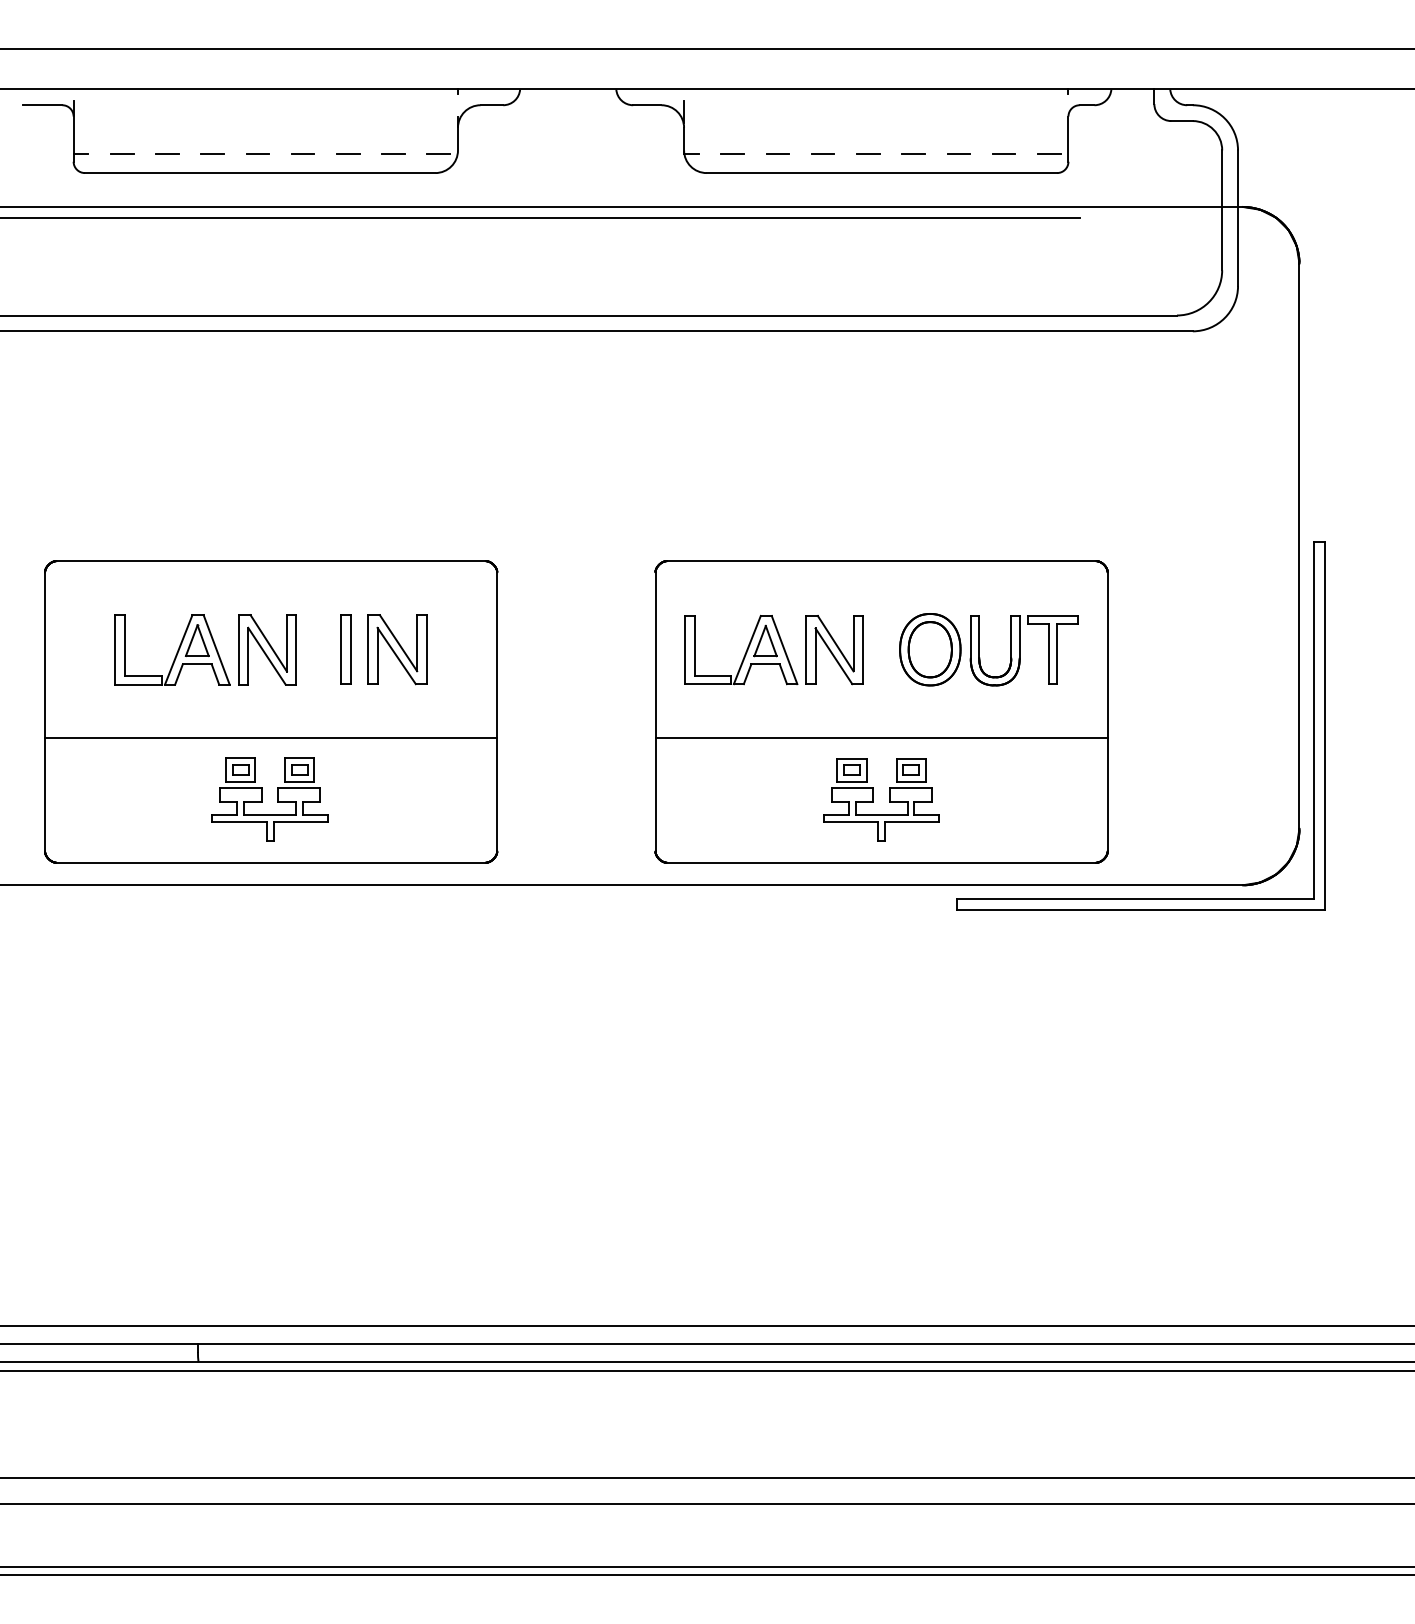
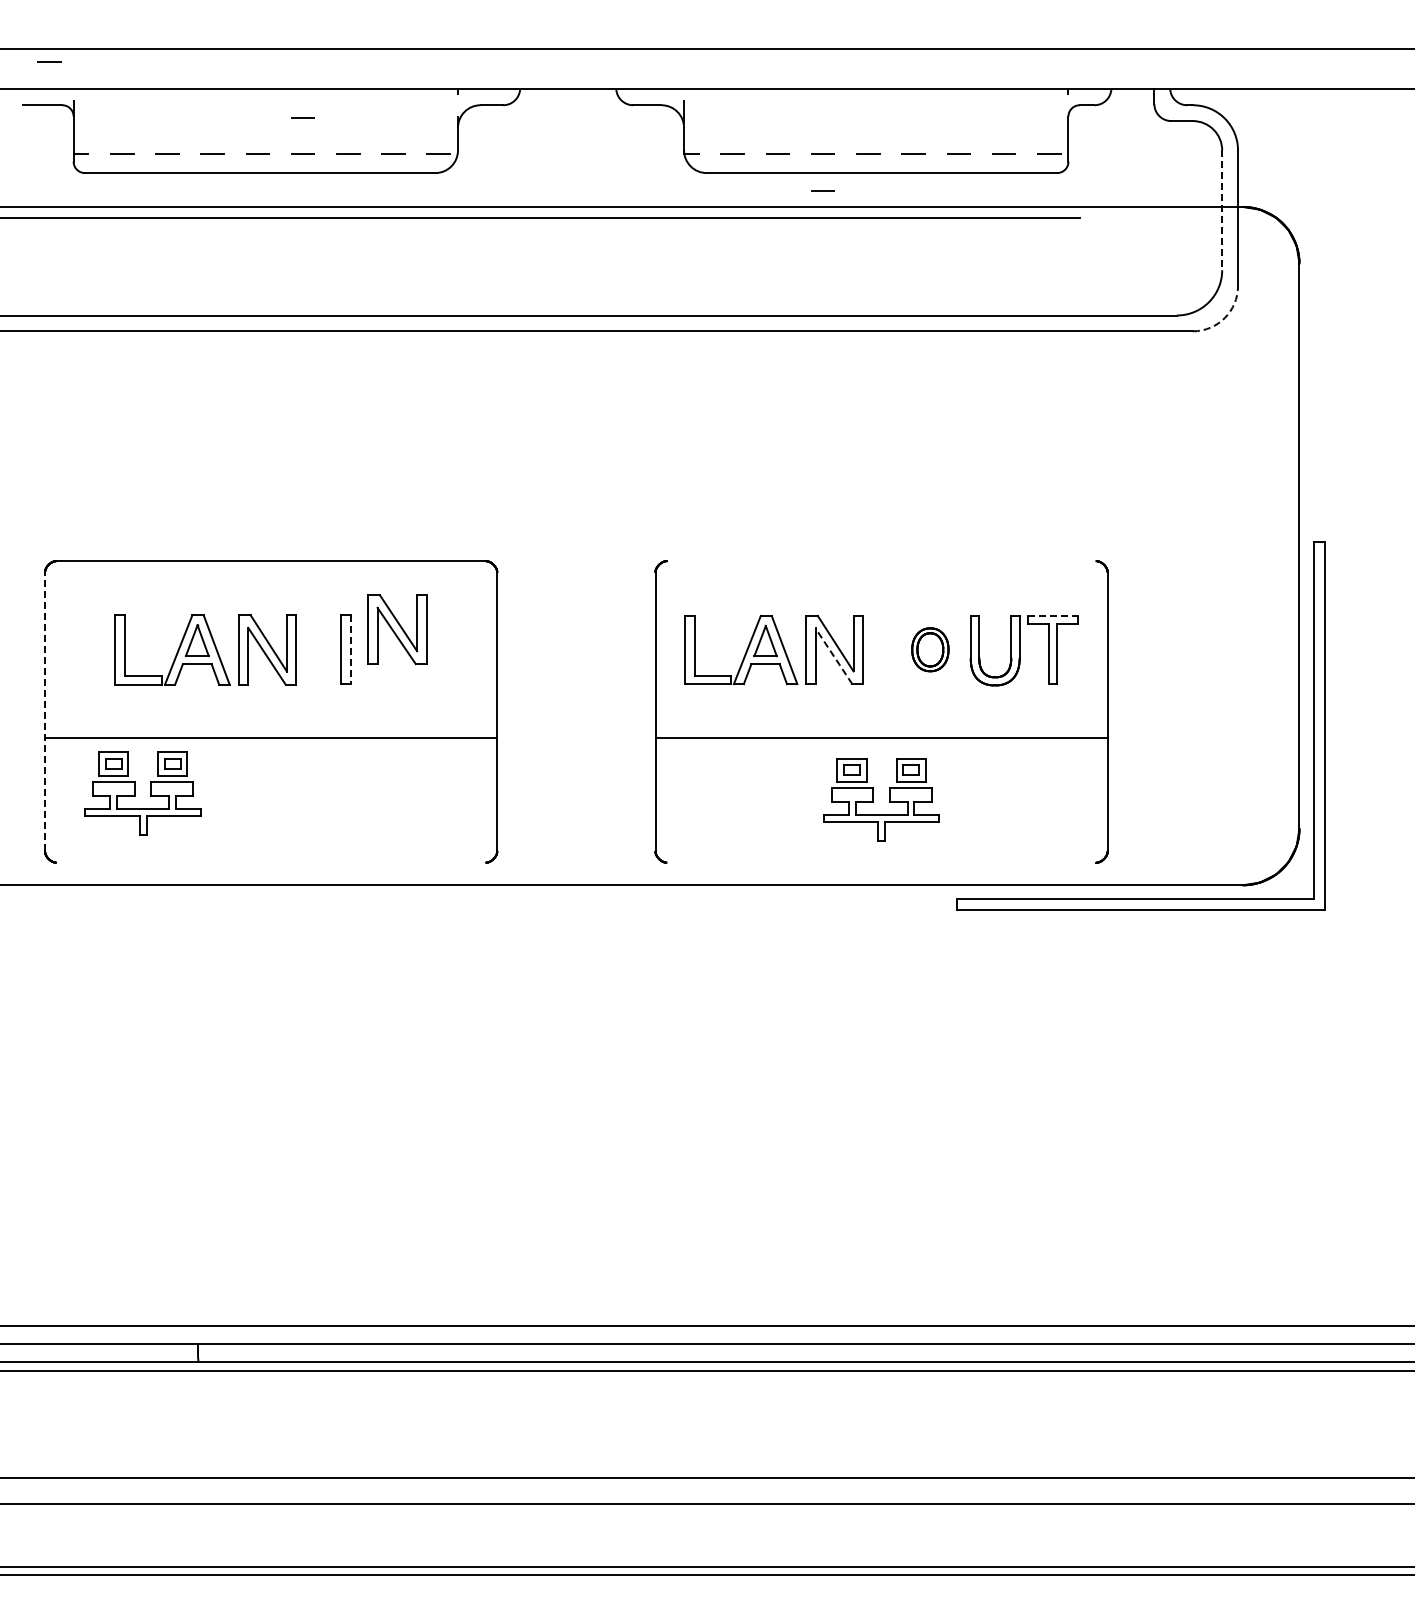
line at (49, 61): none -> present
line at (302, 117): none -> present
line at (822, 190): none -> present
line at (1222, 210): solid -> dashed
arc at (1224, 318): solid -> dashed
line at (881, 561): present -> none
line at (1053, 615): solid -> dashed
part at (397, 649) position: (397, 649) -> (397, 629)
part at (930, 649) size: 63x74 px -> 39x46 px
line at (350, 650): solid -> dashed
line at (833, 655): solid -> dashed
line at (45, 711): solid -> dashed
part at (262, 799) position: (262, 799) -> (135, 793)
line at (270, 862): present -> none
line at (881, 862): present -> none
